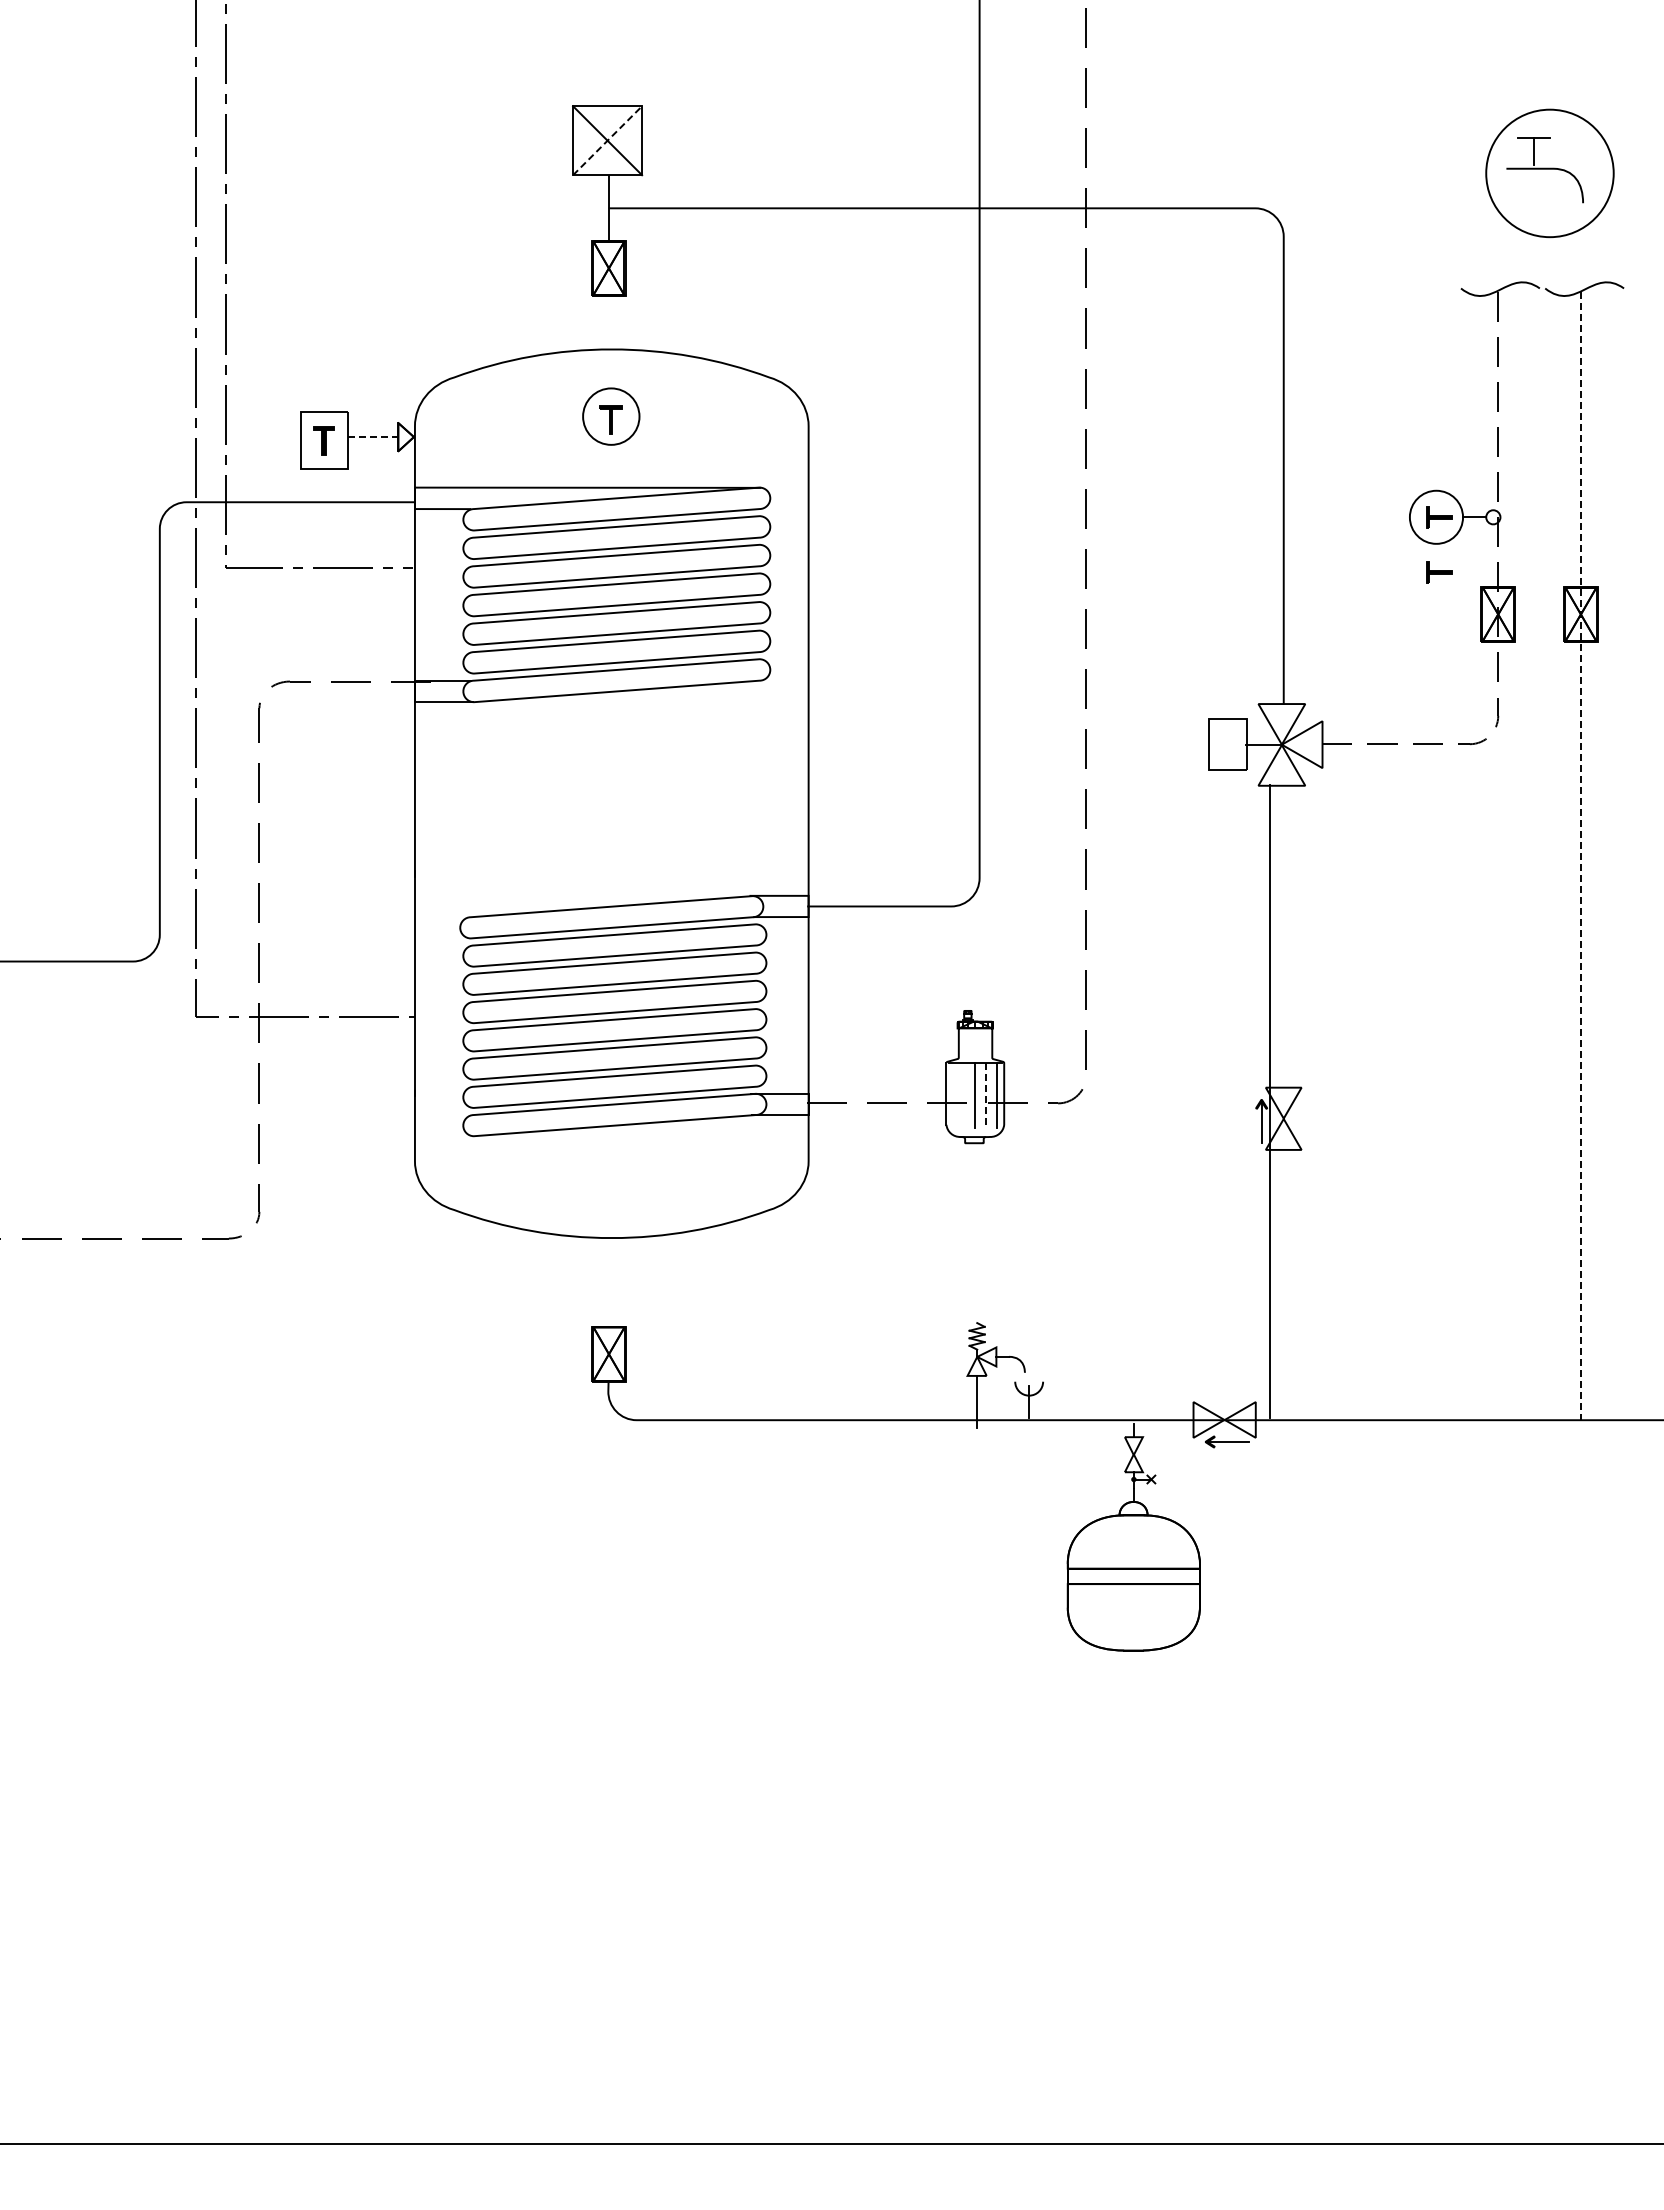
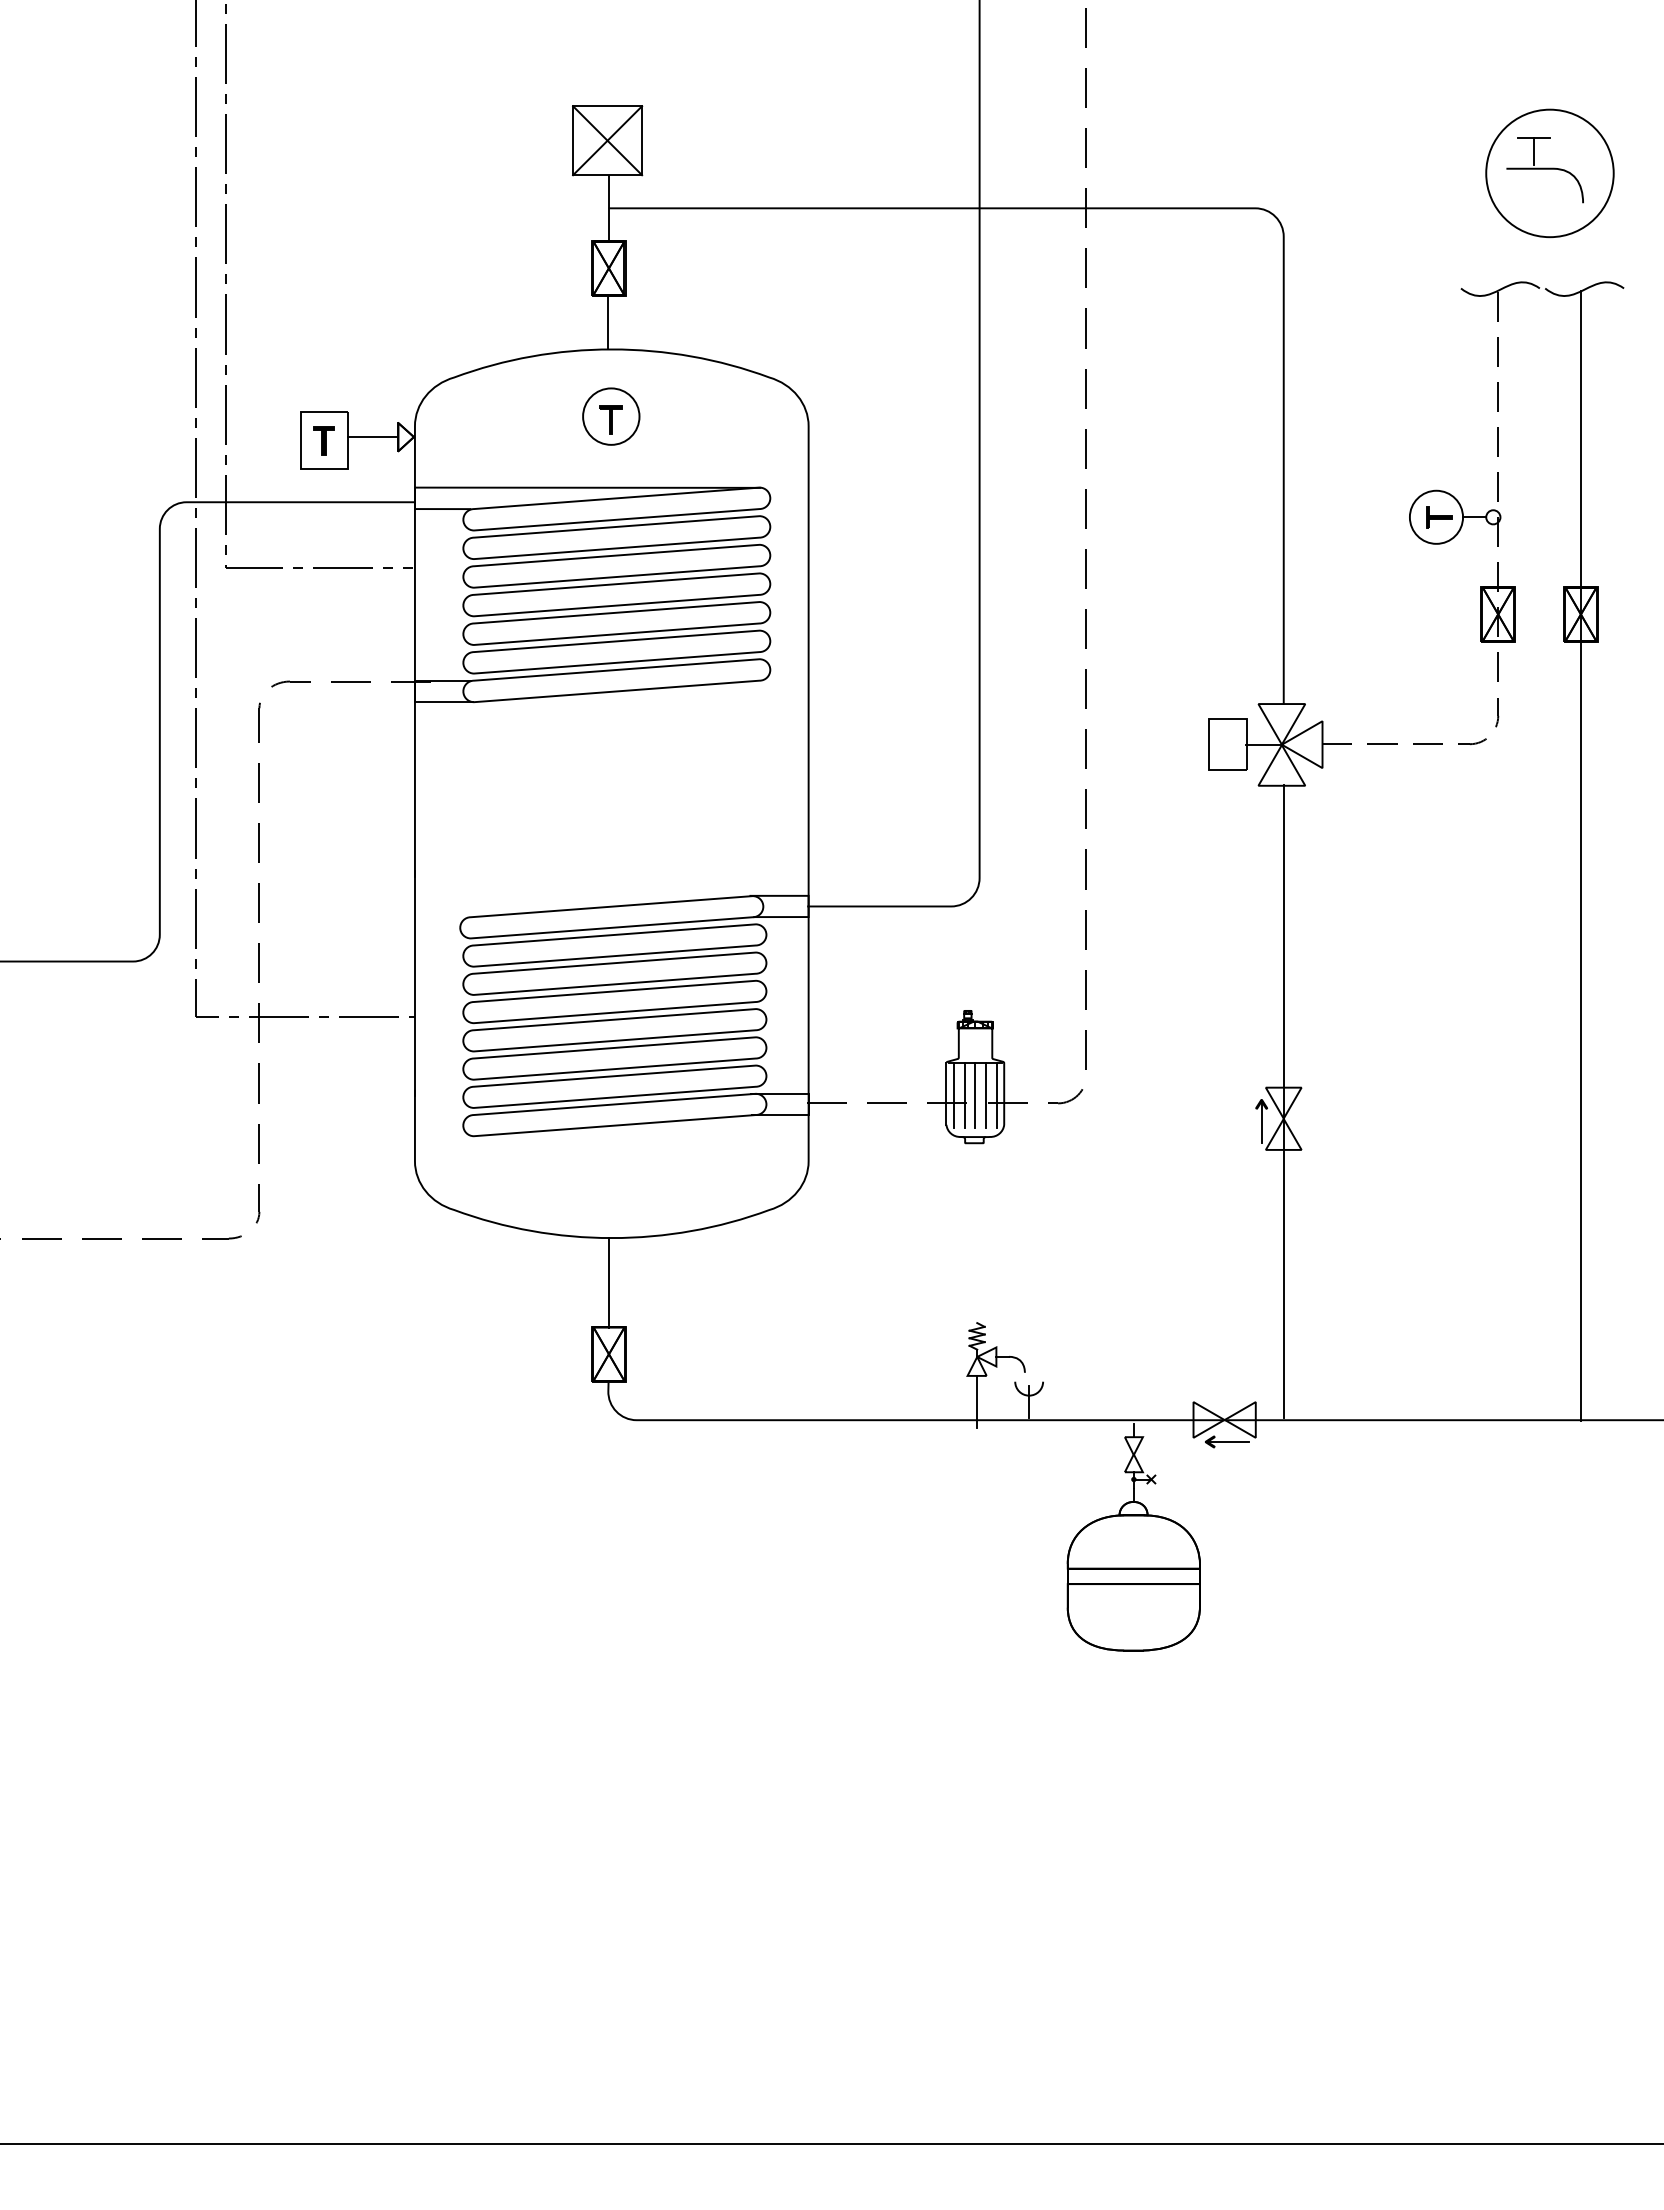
line at (607, 140): dashed -> solid
line at (607, 322): none -> present
line at (373, 437): dashed -> solid
part at (1439, 572): present -> none
line at (1580, 856): dashed -> solid
line at (953, 1094): none -> present
line at (964, 1094): none -> present
line at (986, 1095): dashed -> solid
line at (1269, 1101) position: (1269, 1101) -> (1283, 1101)
line at (608, 1283): none -> present
